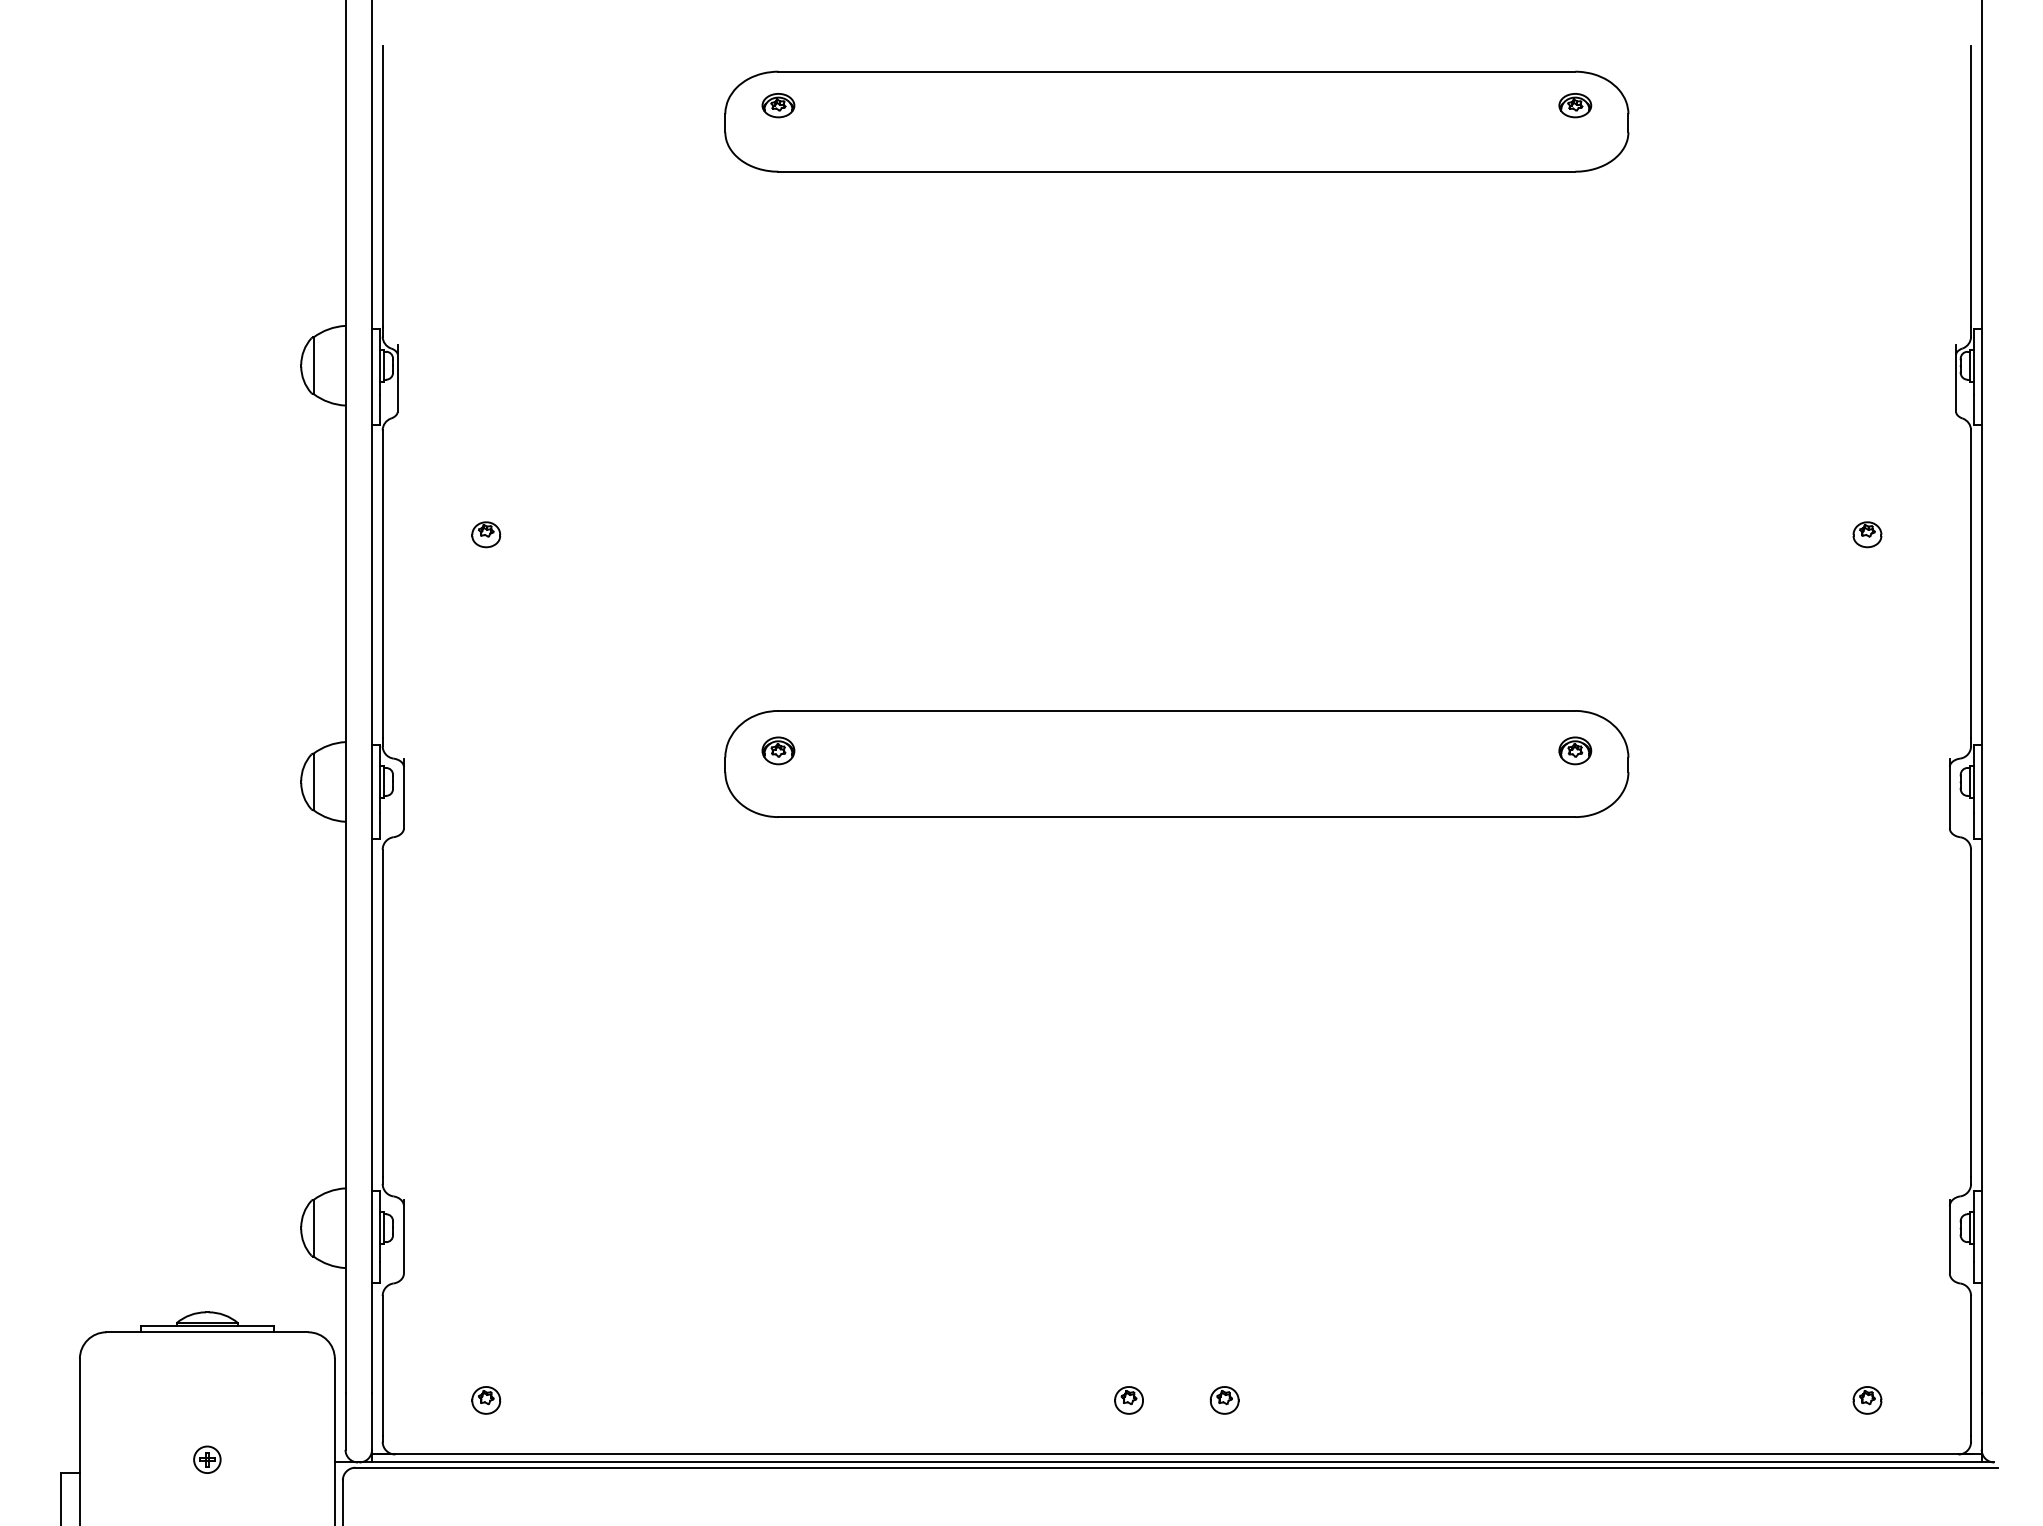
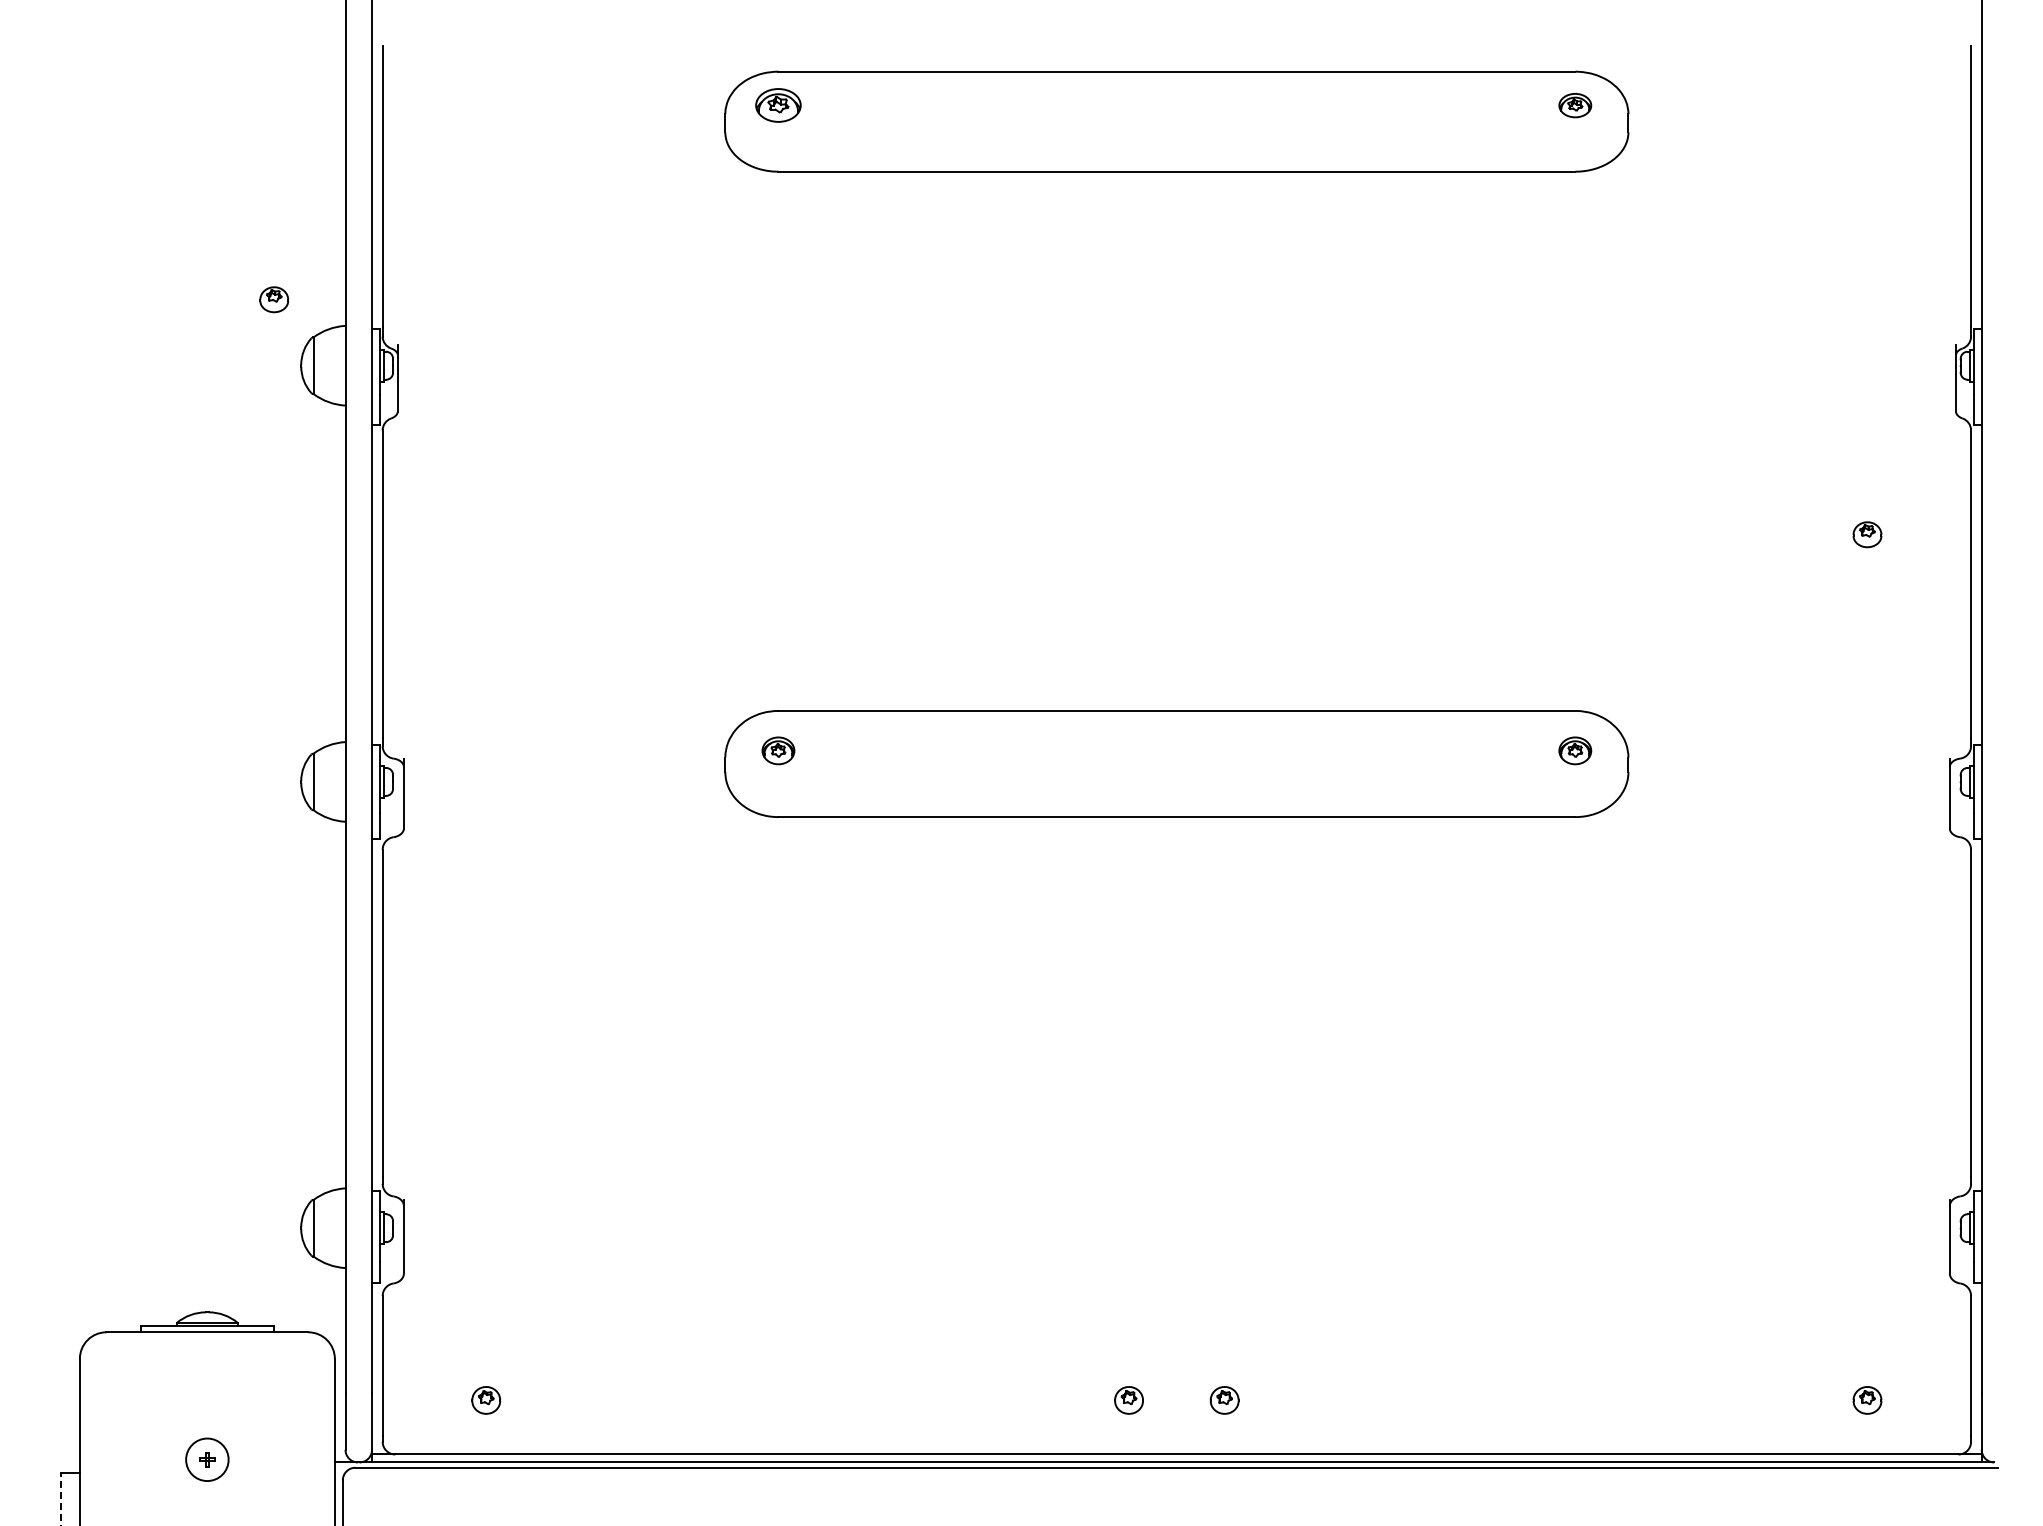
part at (778, 105) size: 35x26 px -> 47x35 px
part at (486, 534) position: (486, 534) -> (274, 299)
circle at (207, 1459) diameter: 27 px -> 42 px
line at (61, 1498): solid -> dashed
